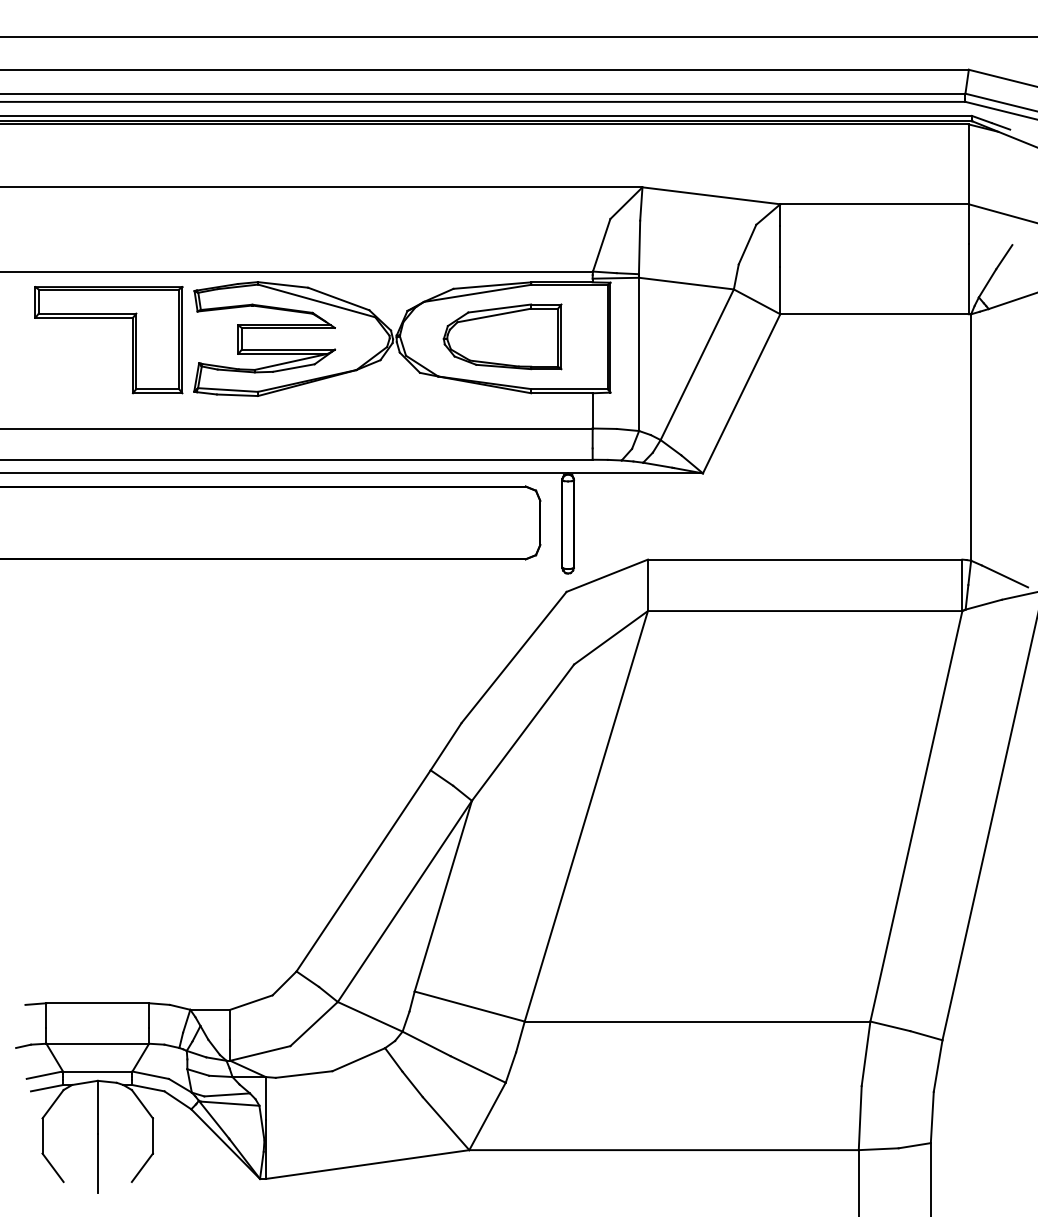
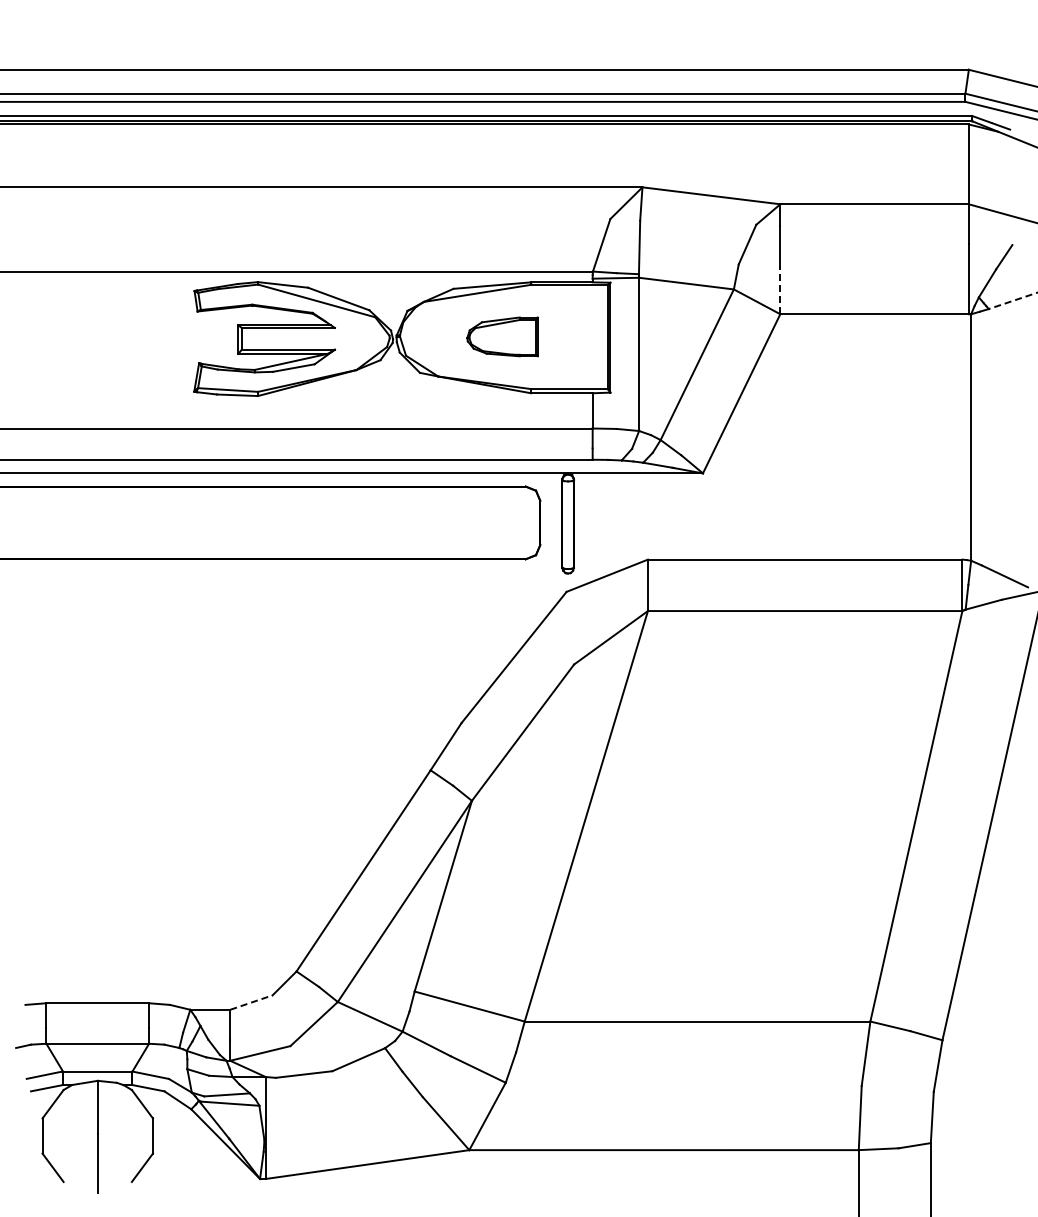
line at (518, 36): present -> none
line at (780, 290): solid -> dashed
line at (1013, 300): solid -> dashed
part at (108, 318): present -> none
part at (502, 336) size: 121x68 px -> 73x42 px
line at (251, 1002): solid -> dashed
